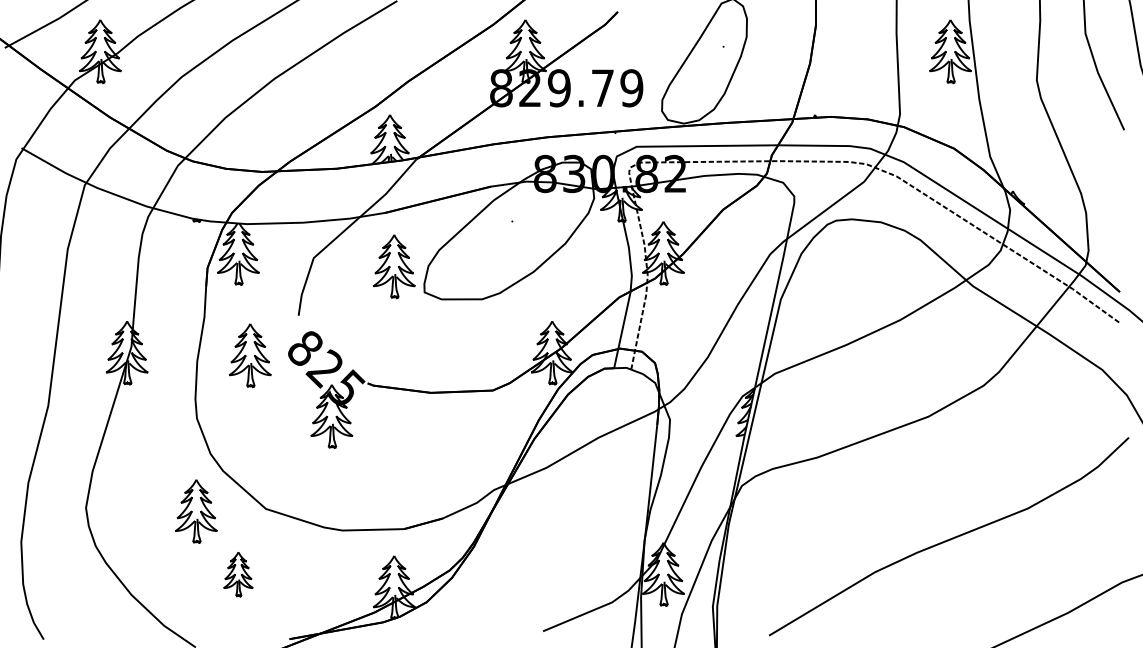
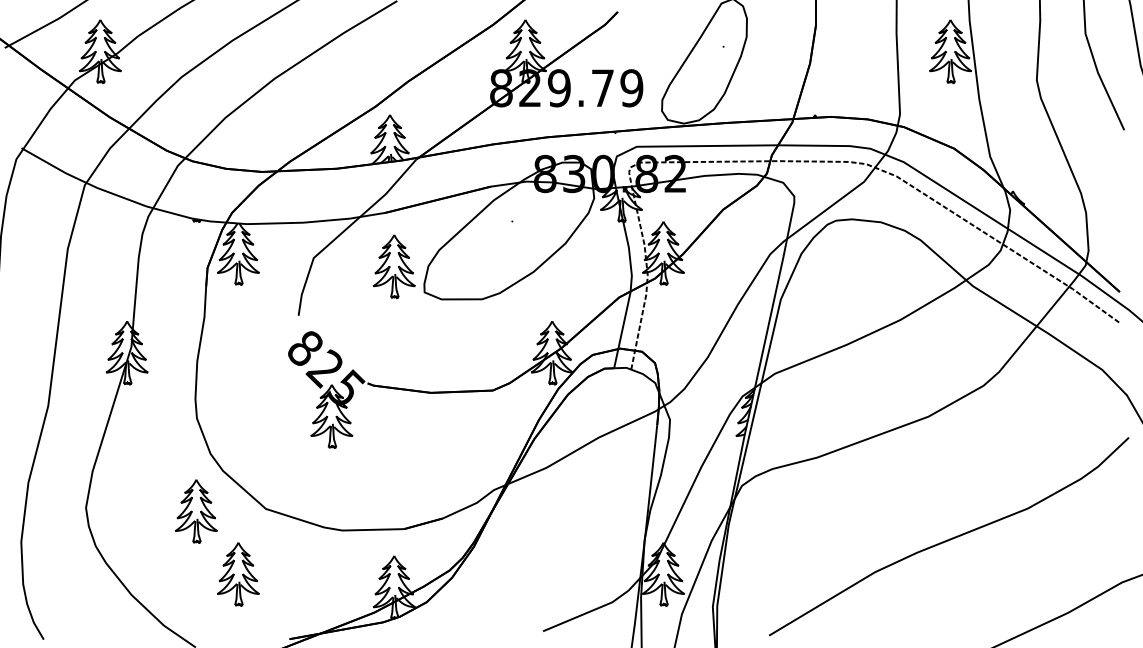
part at (250, 355): present -> none
part at (238, 574) size: 31x46 px -> 43x65 px
